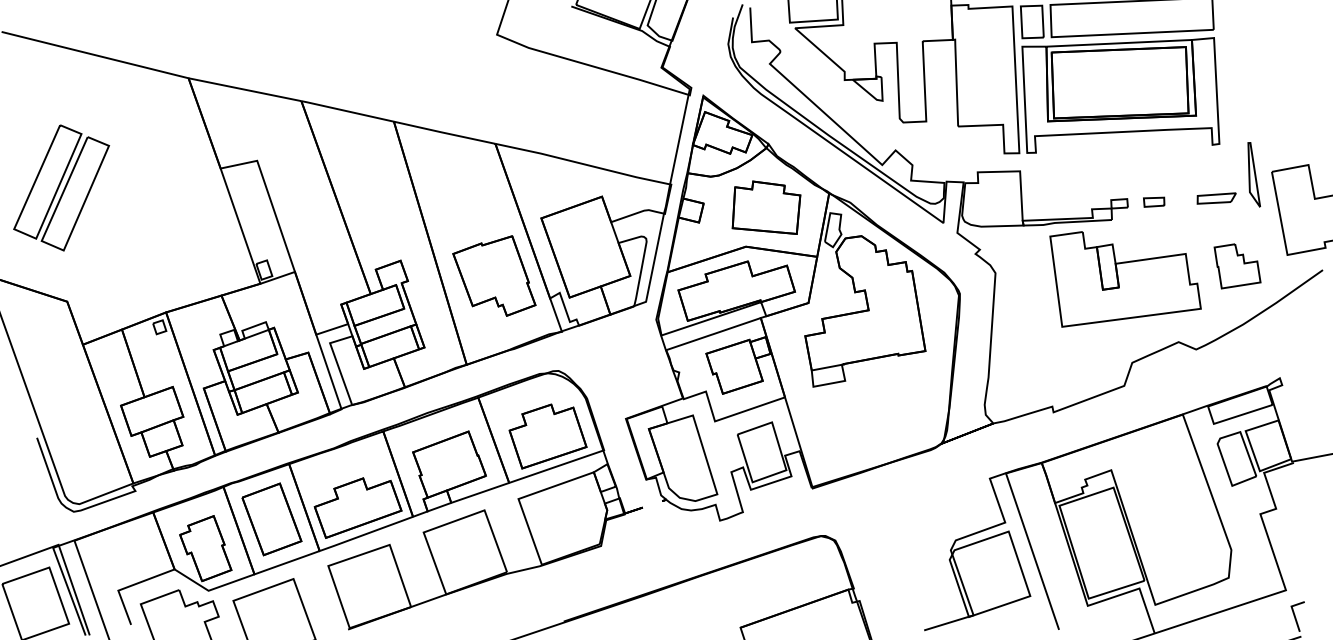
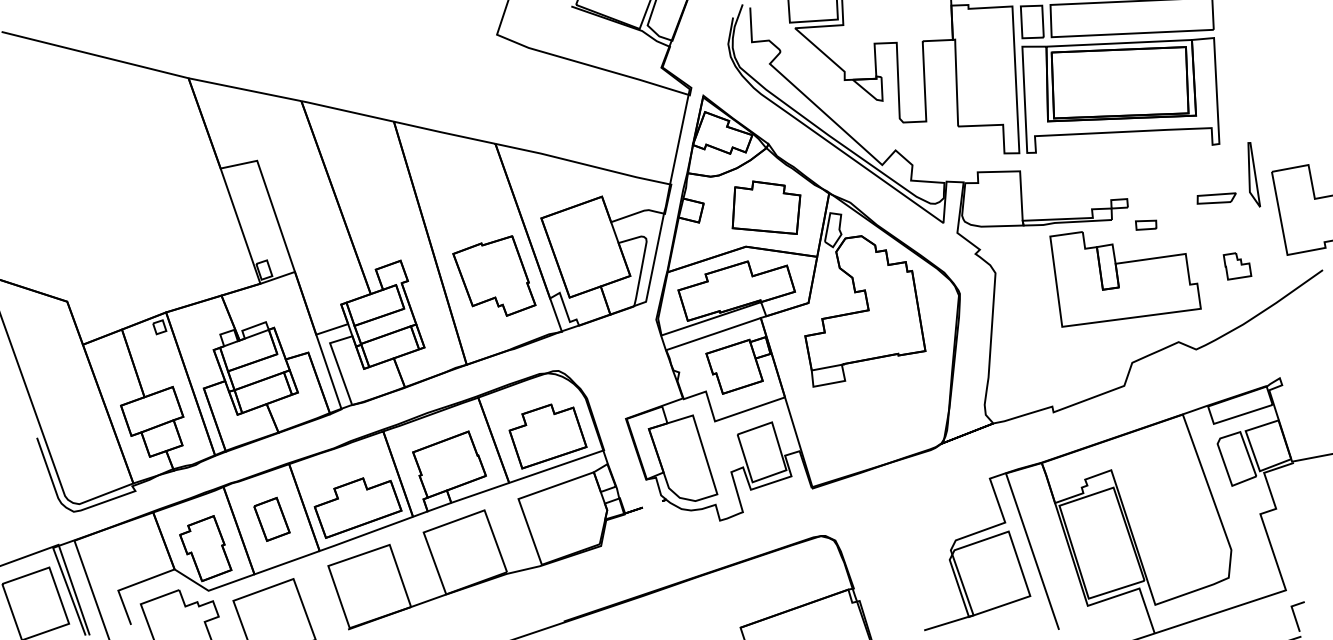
part at (61, 187): present -> none
part at (1154, 201) position: (1154, 201) -> (1146, 224)
part at (1237, 266) size: 49x47 px -> 31x29 px
part at (271, 519) size: 62x75 px -> 38x46 px
